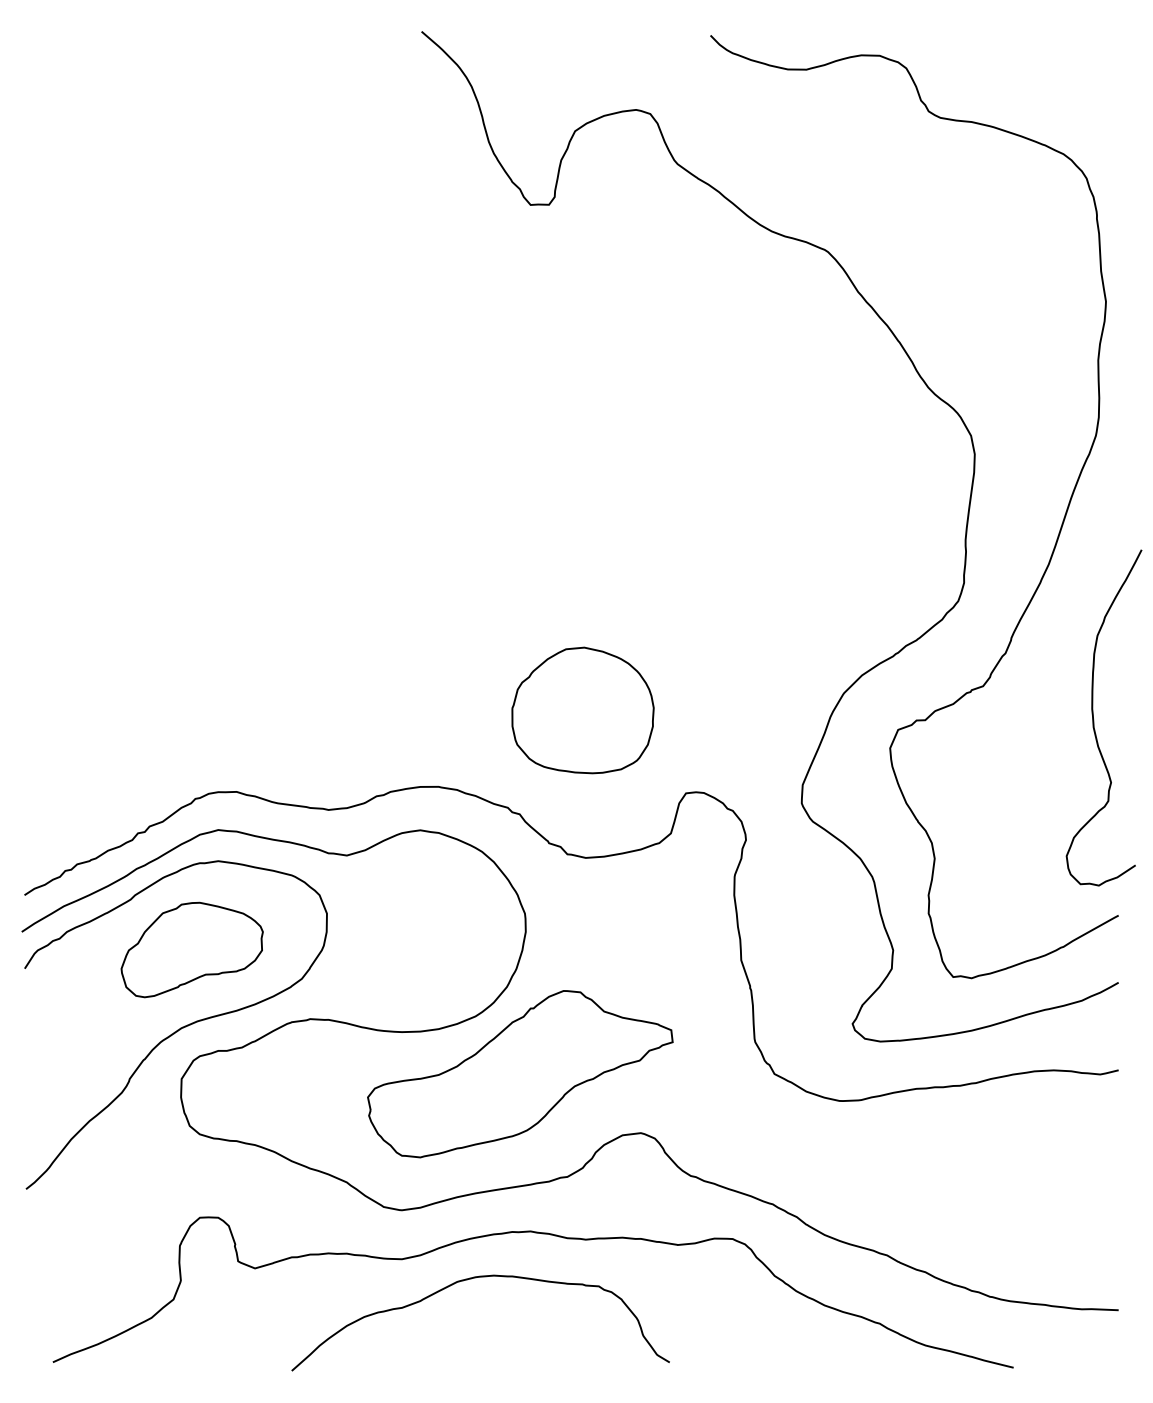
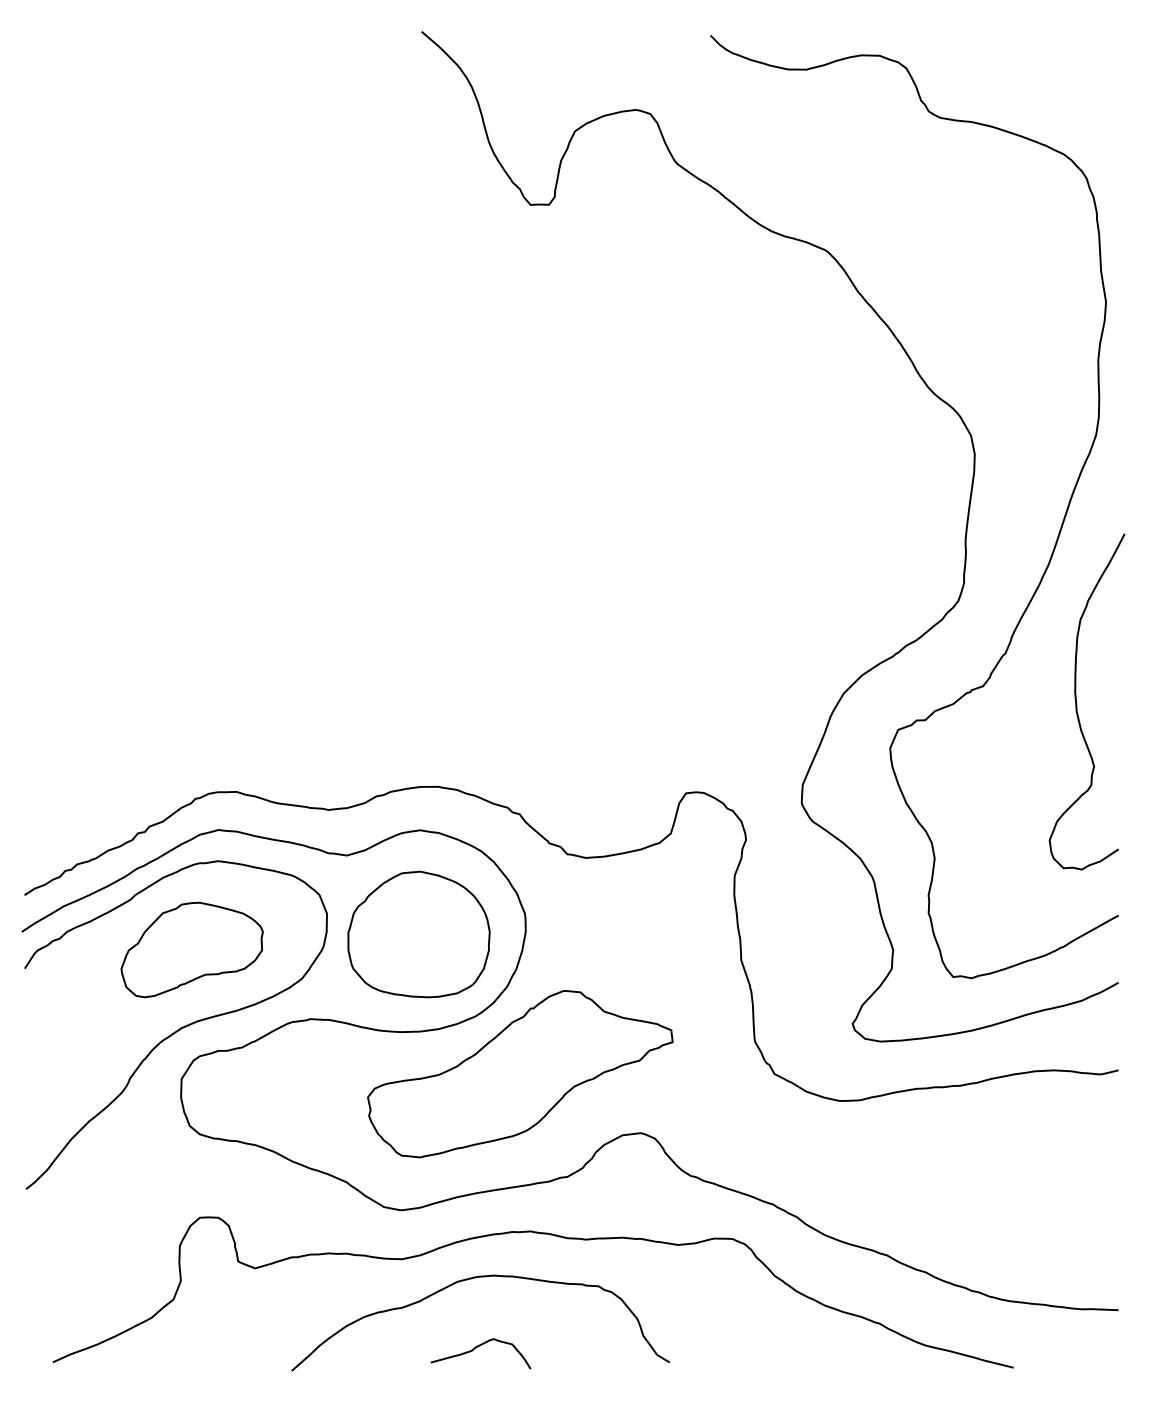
part at (582, 710) position: (582, 710) -> (418, 934)
curve at (1094, 719) position: (1094, 719) -> (1077, 703)
curve at (478, 1347): none -> present
